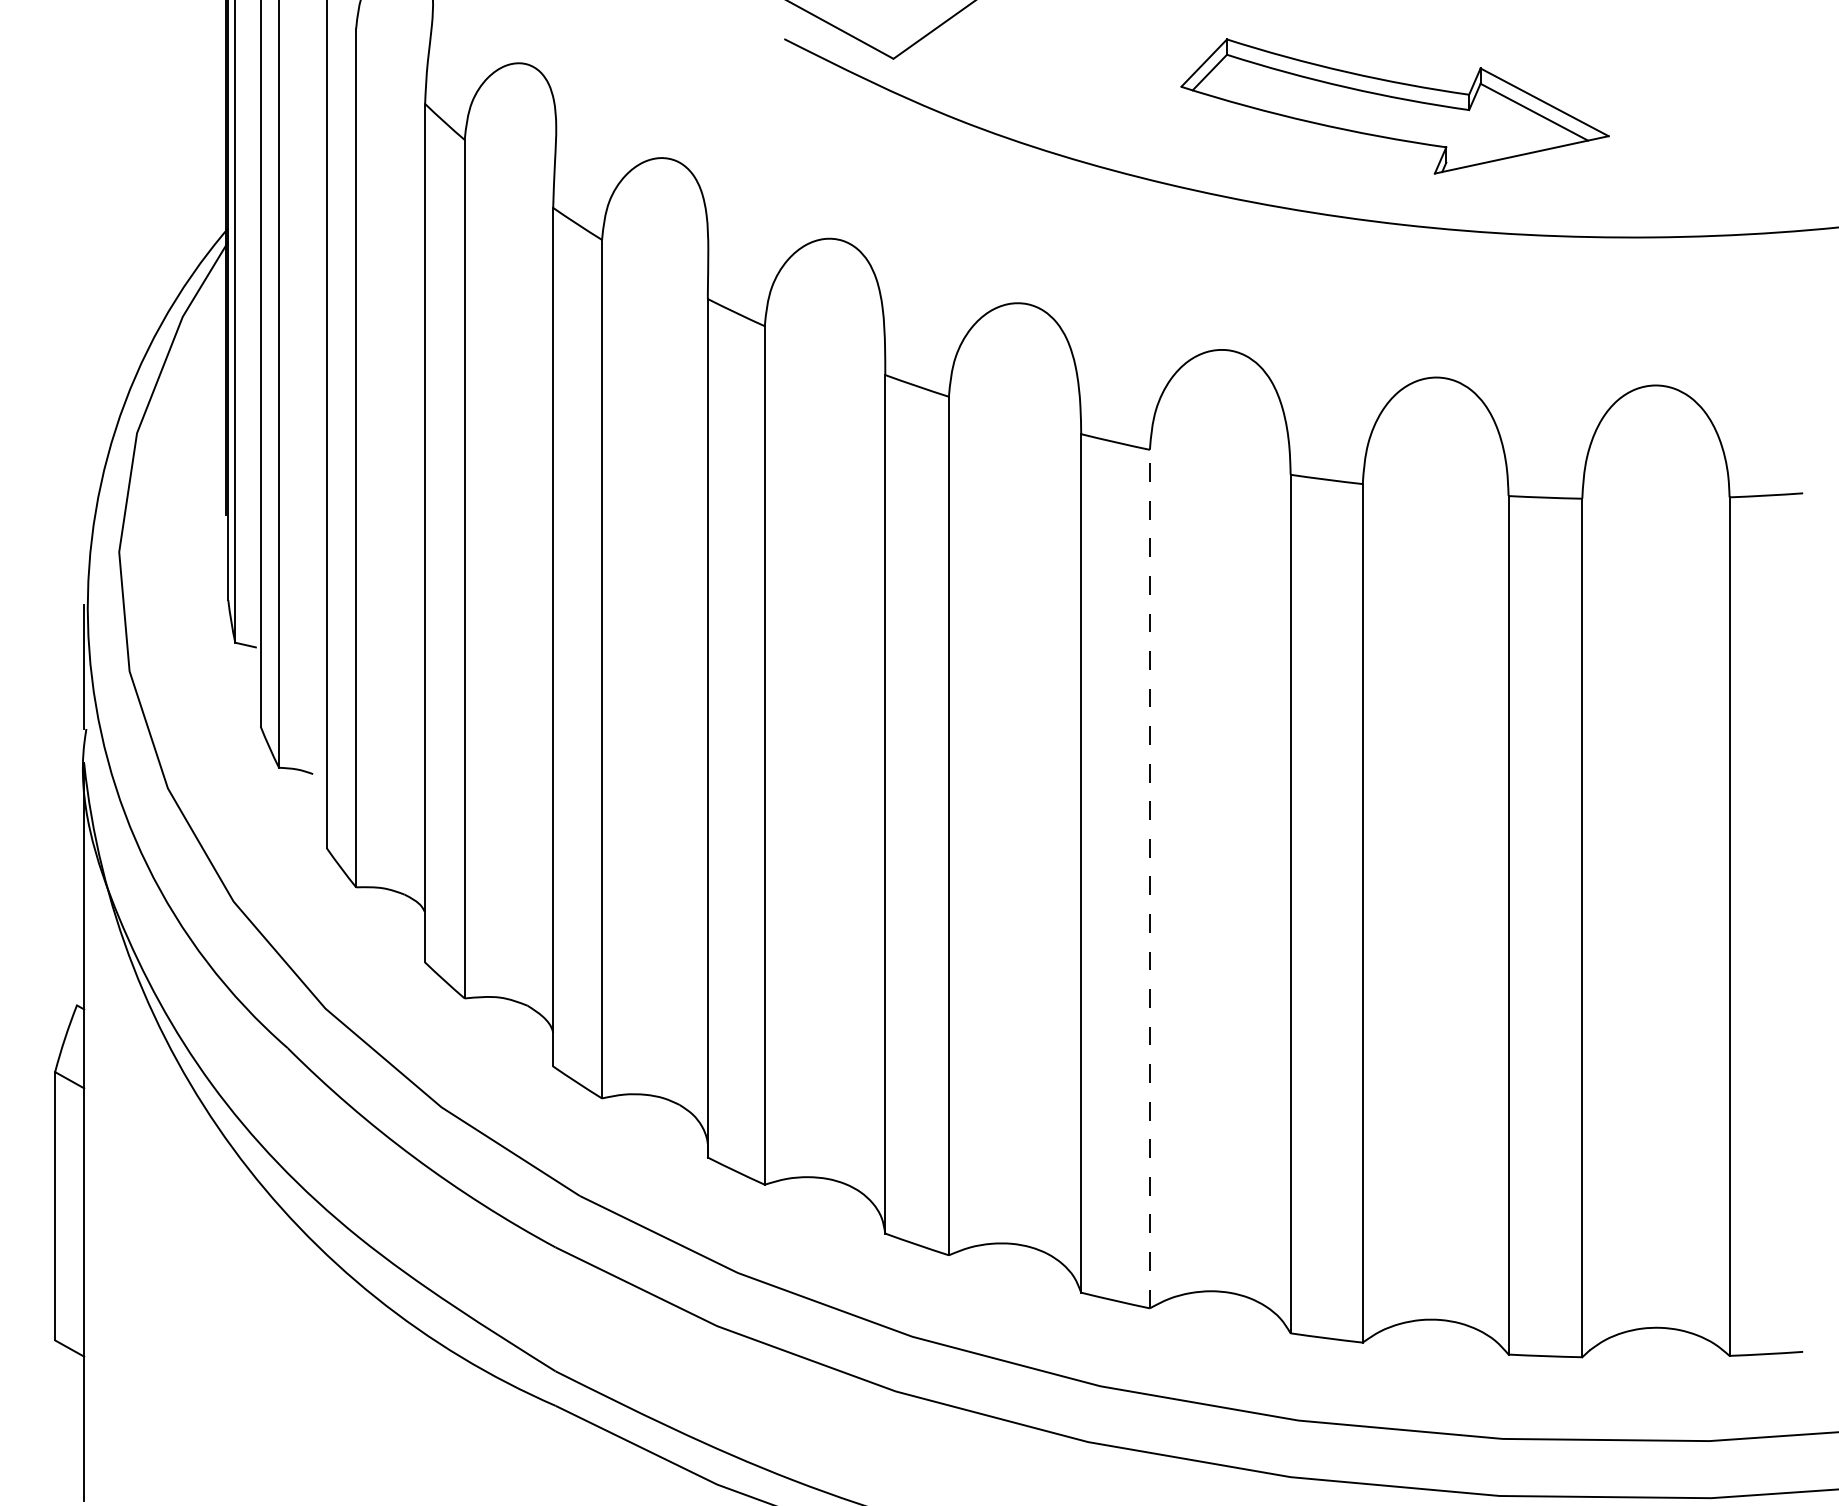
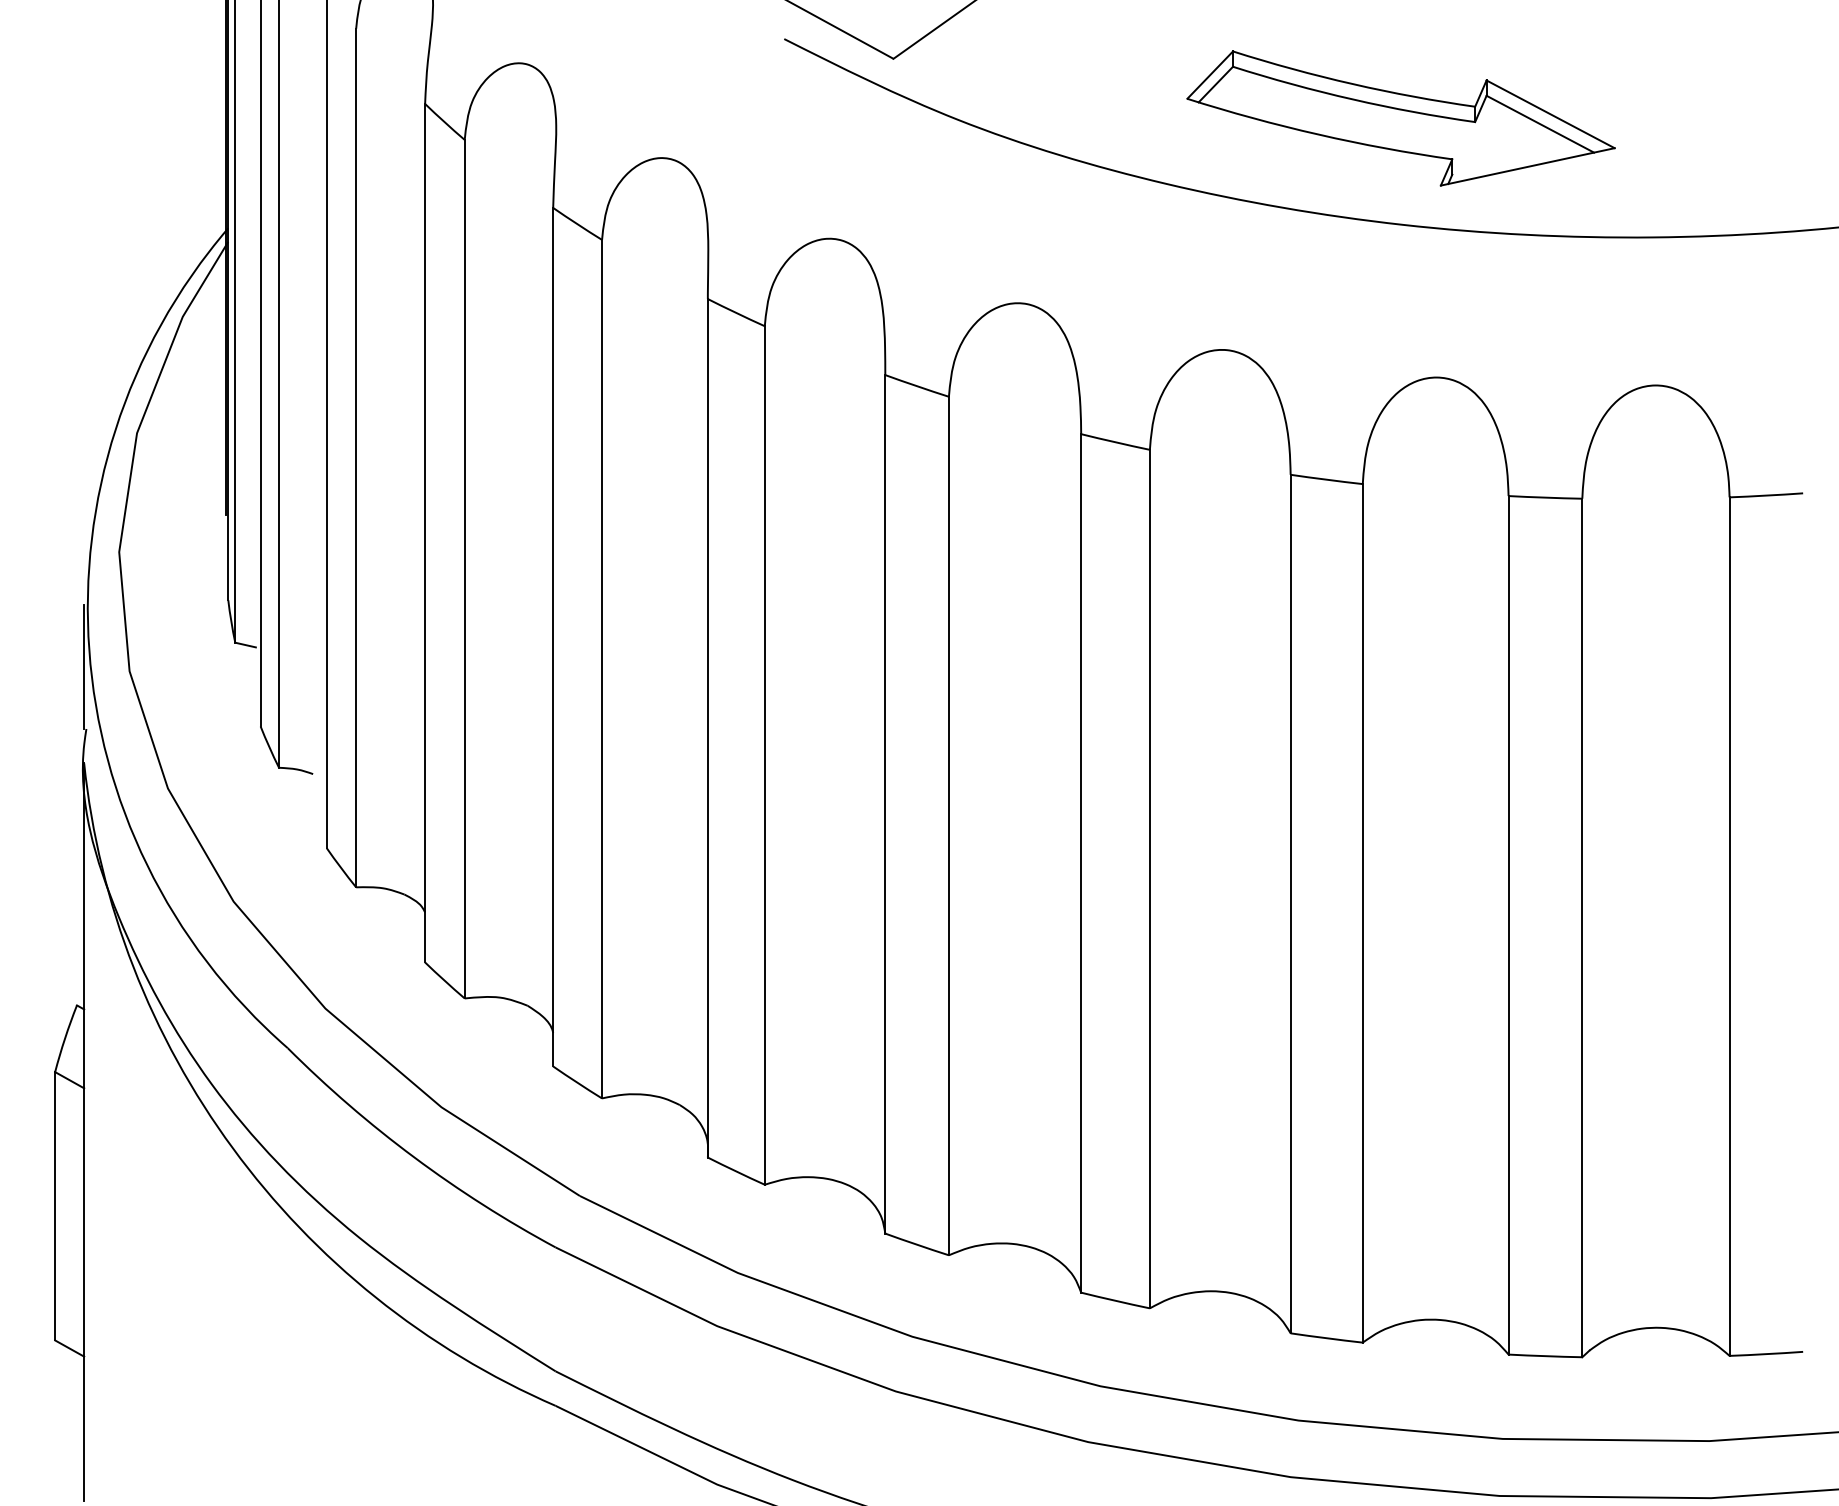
part at (1394, 106) position: (1394, 106) -> (1400, 118)
line at (1149, 878): dashed -> solid
